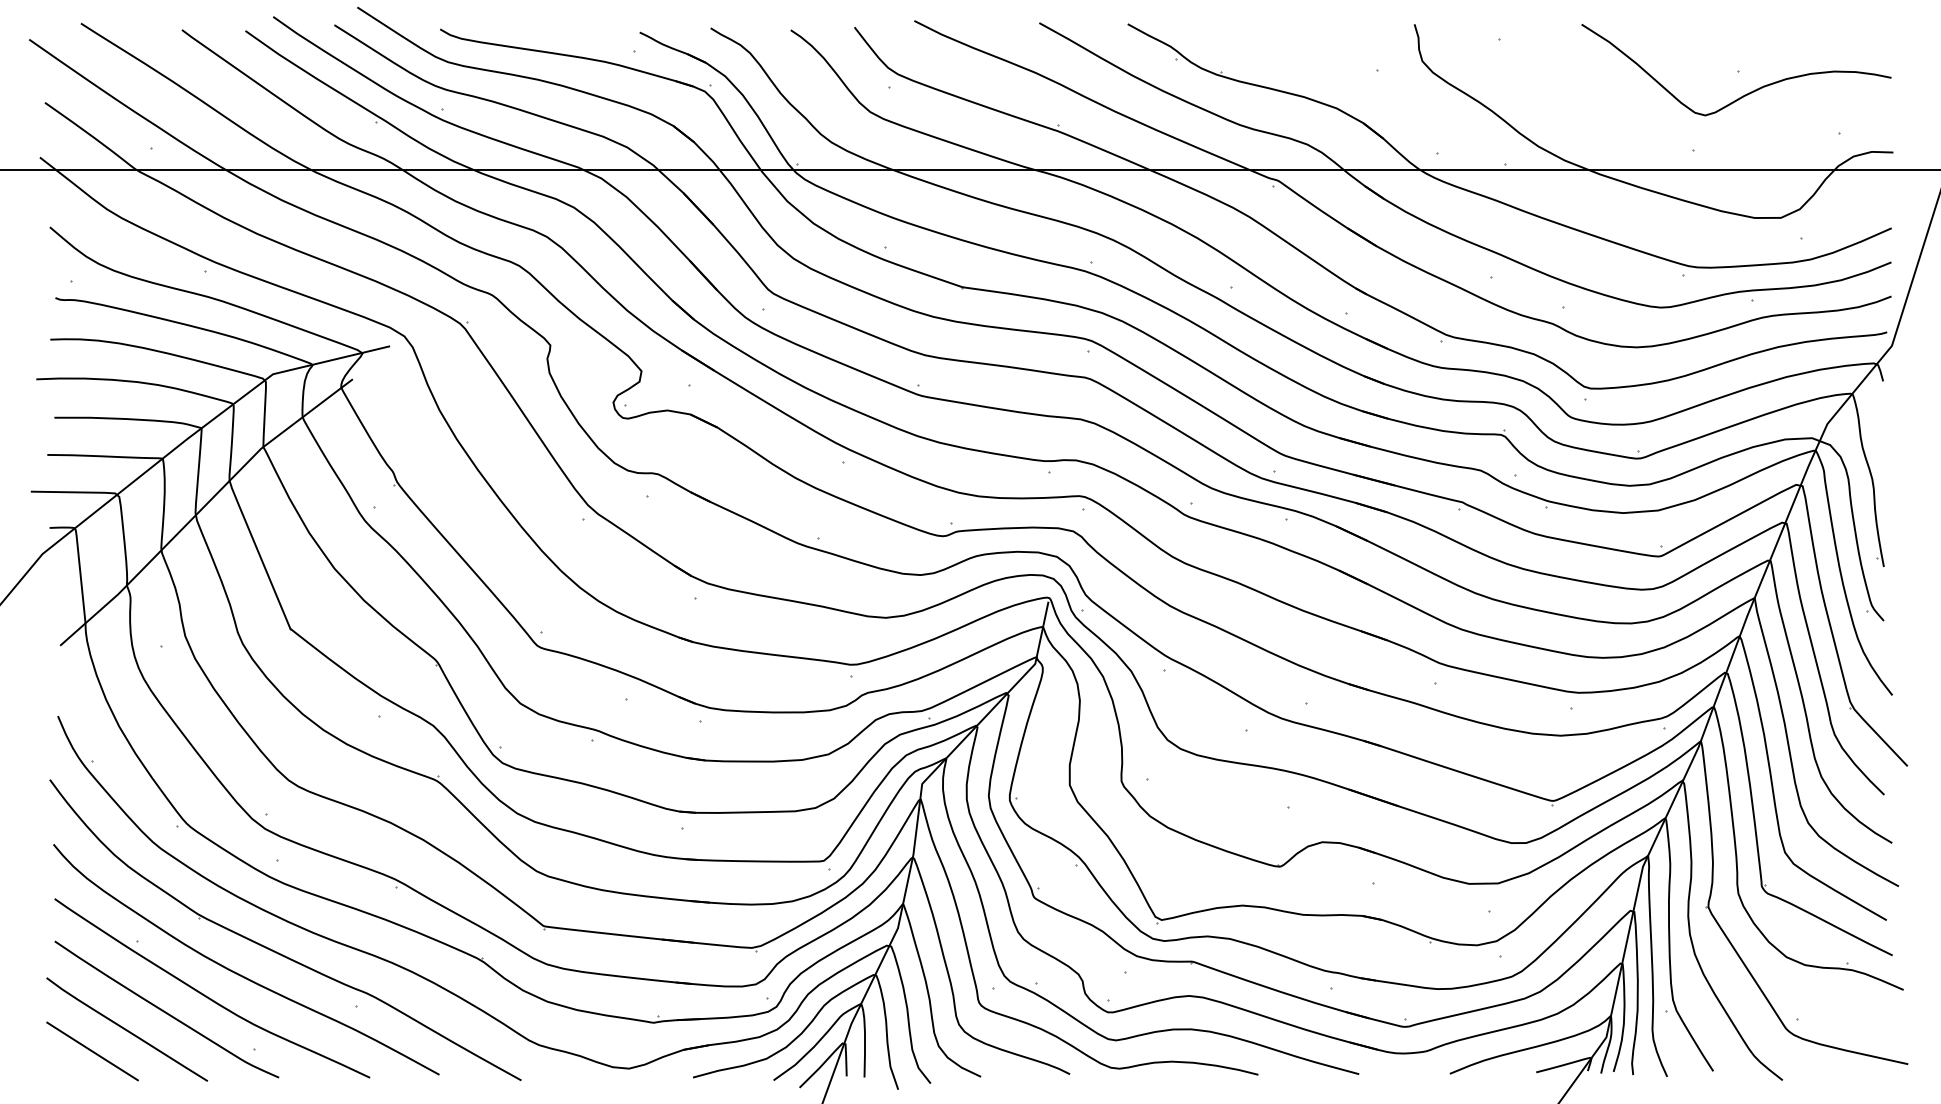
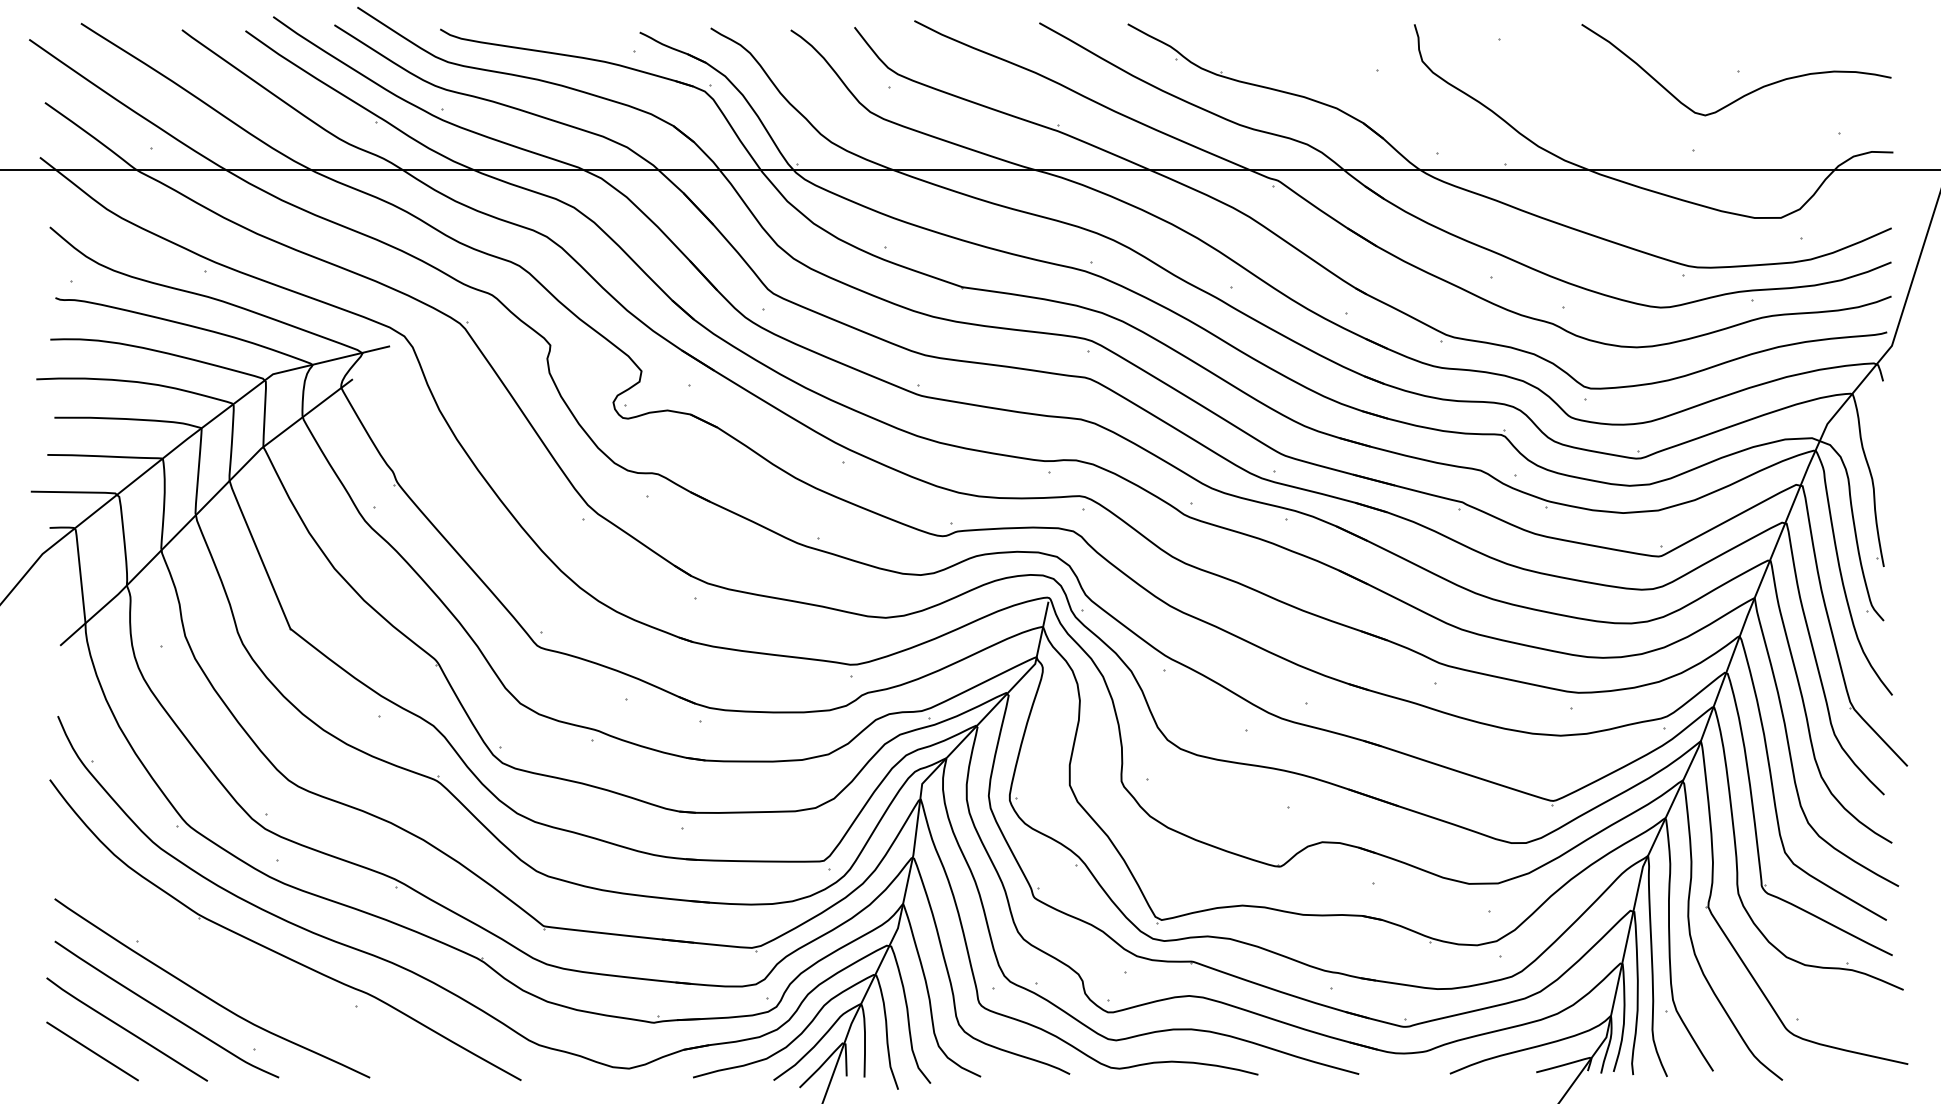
curve at (239, 973): present -> none
